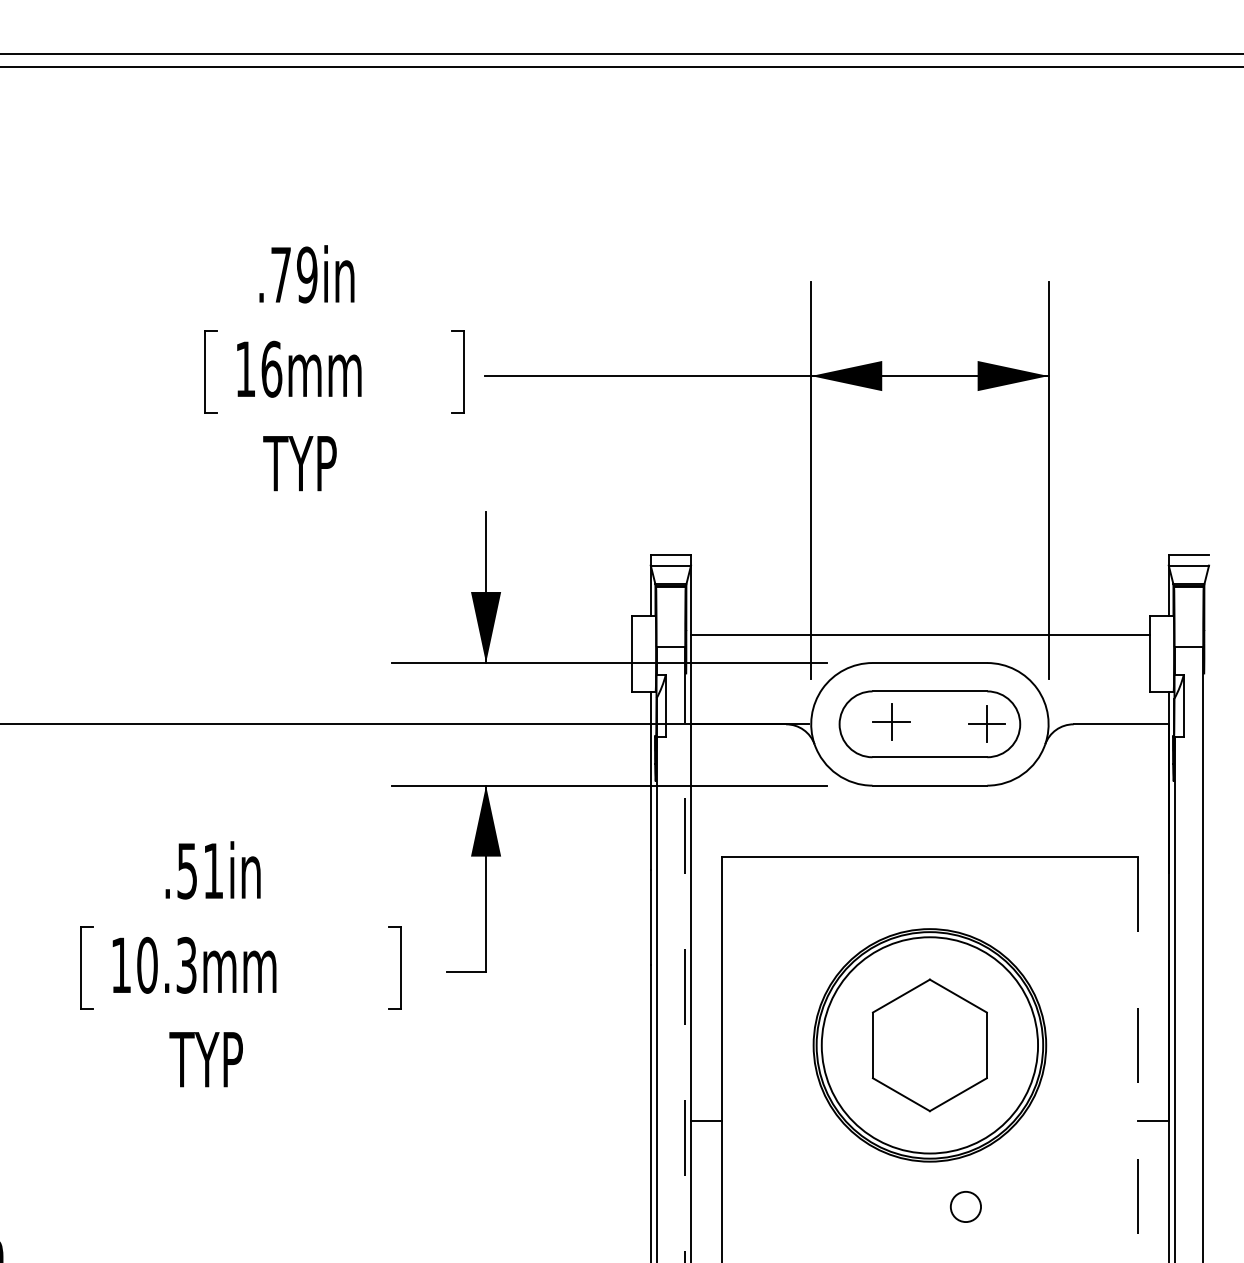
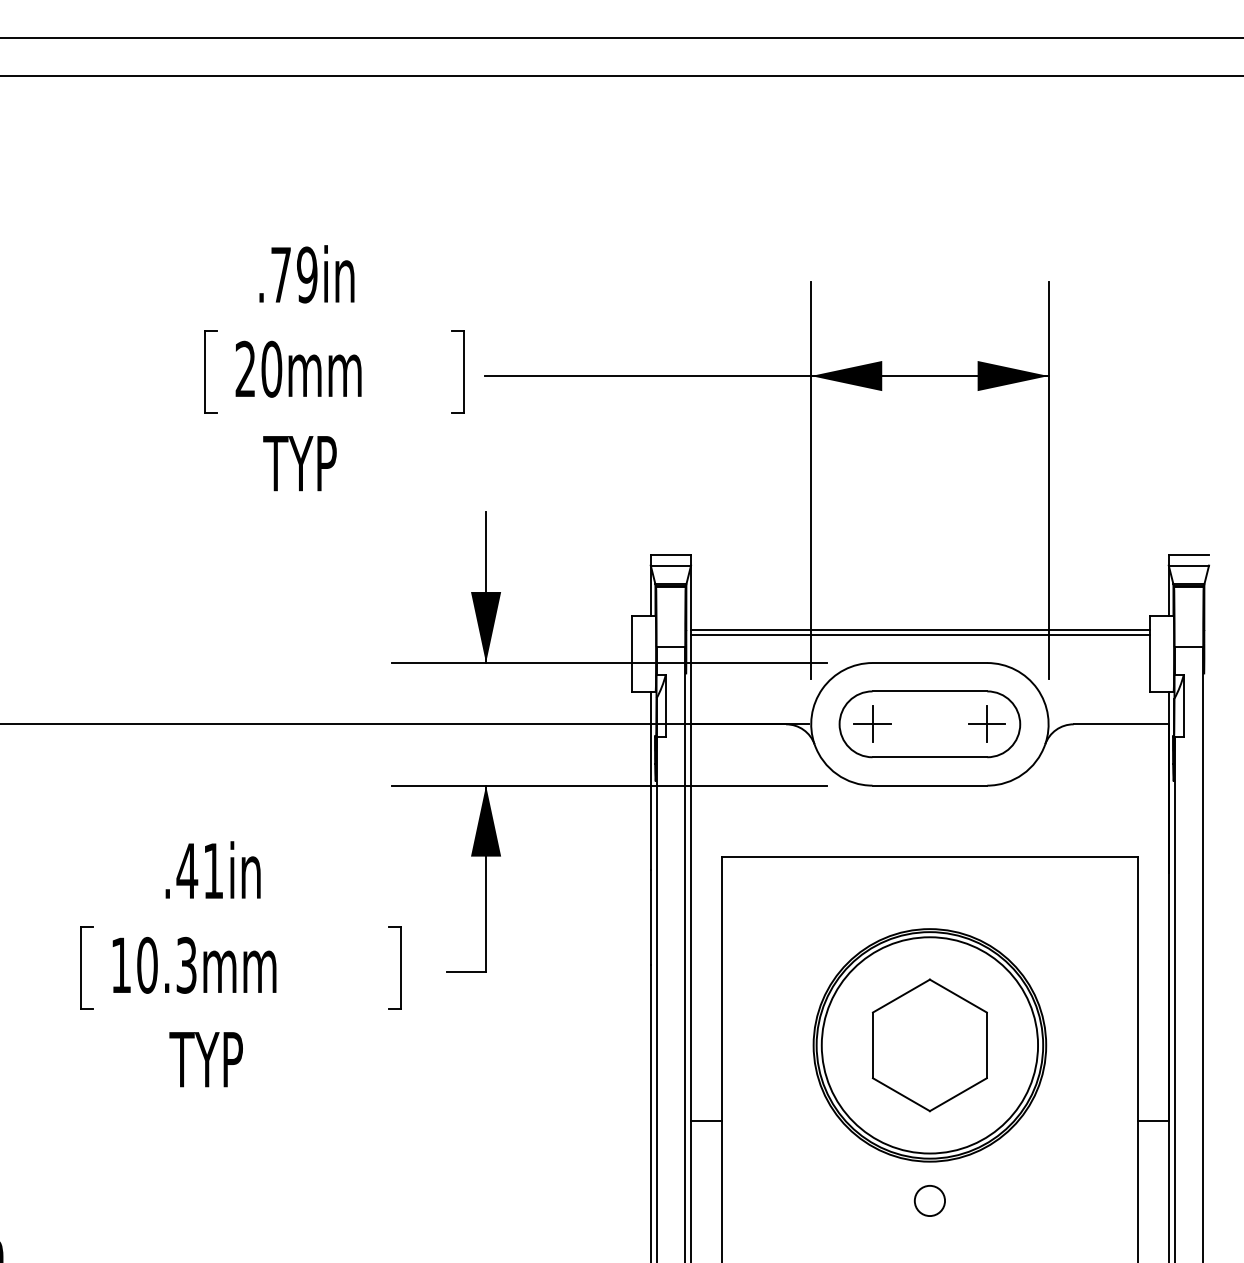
line at (621, 53) position: (621, 53) -> (621, 75)
line at (621, 66) position: (621, 66) -> (621, 37)
text at (258, 368): 16mm -> 20mm
line at (920, 630): none -> present
part at (891, 721) position: (891, 721) -> (872, 723)
text at (187, 871): .51in -> .41in
line at (685, 954): dashed -> solid
line at (1138, 1059): dashed -> solid
circle at (965, 1206) position: (965, 1206) -> (929, 1200)
